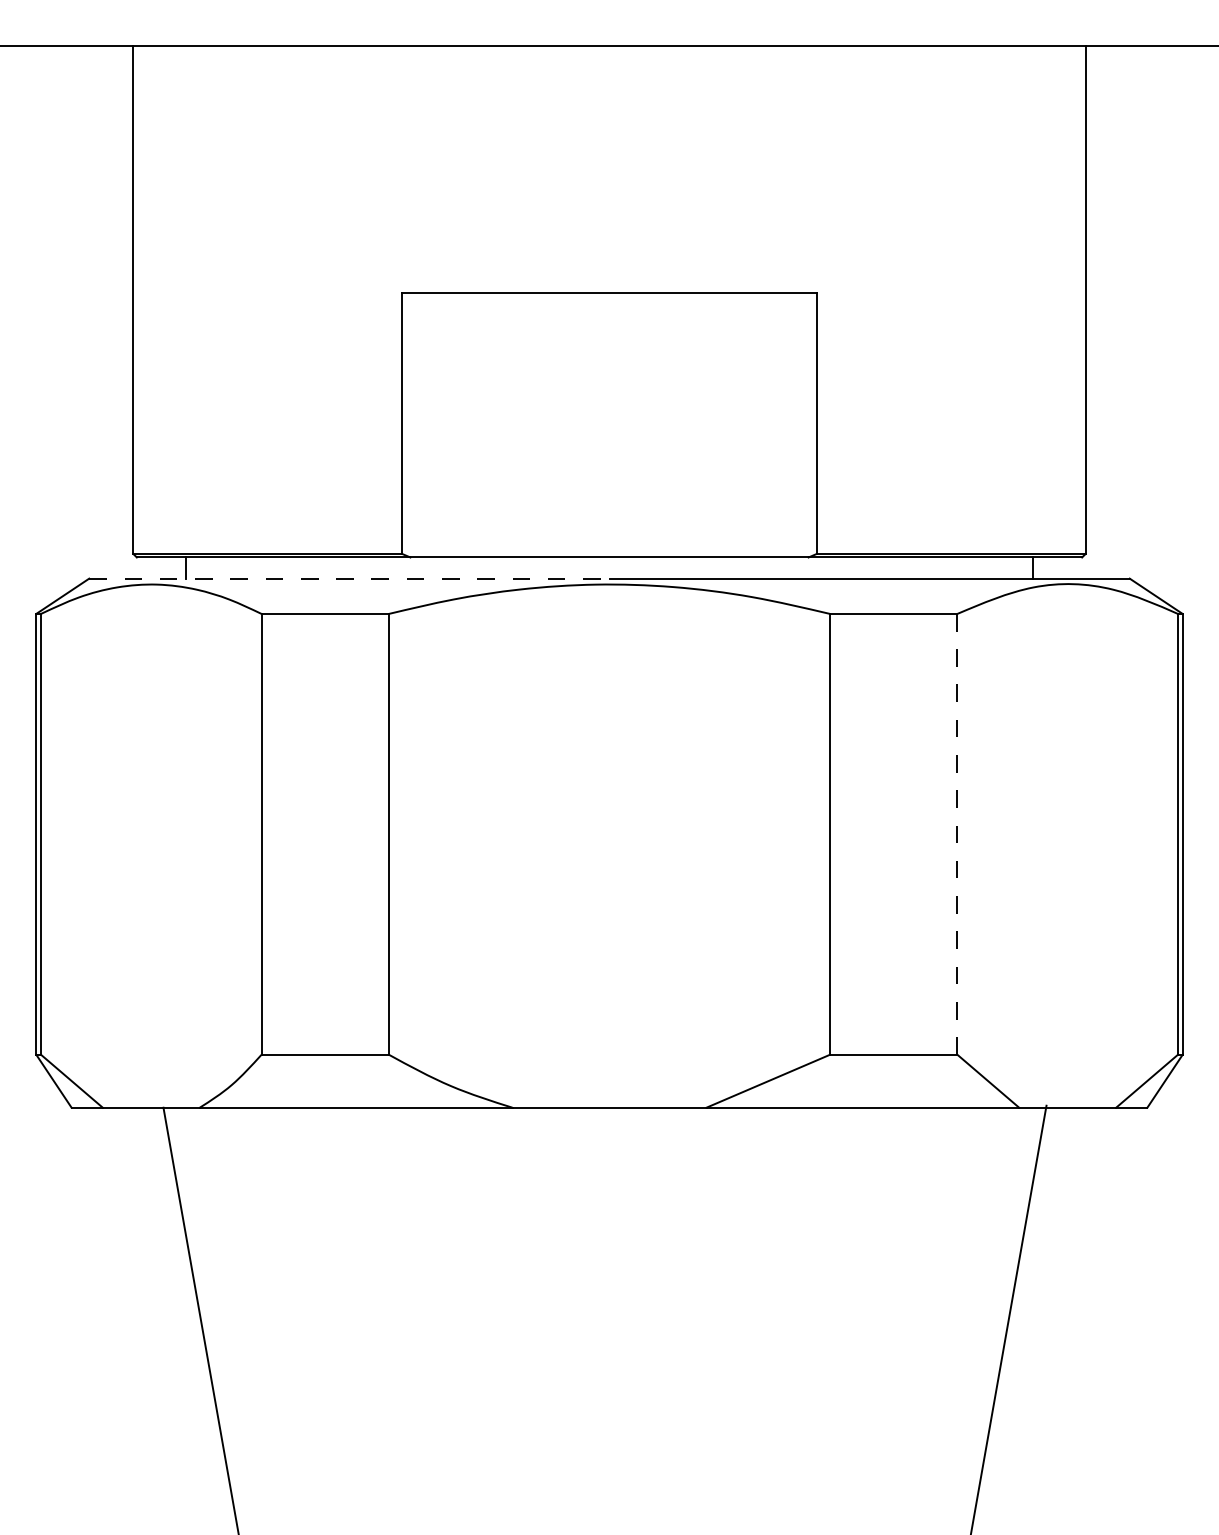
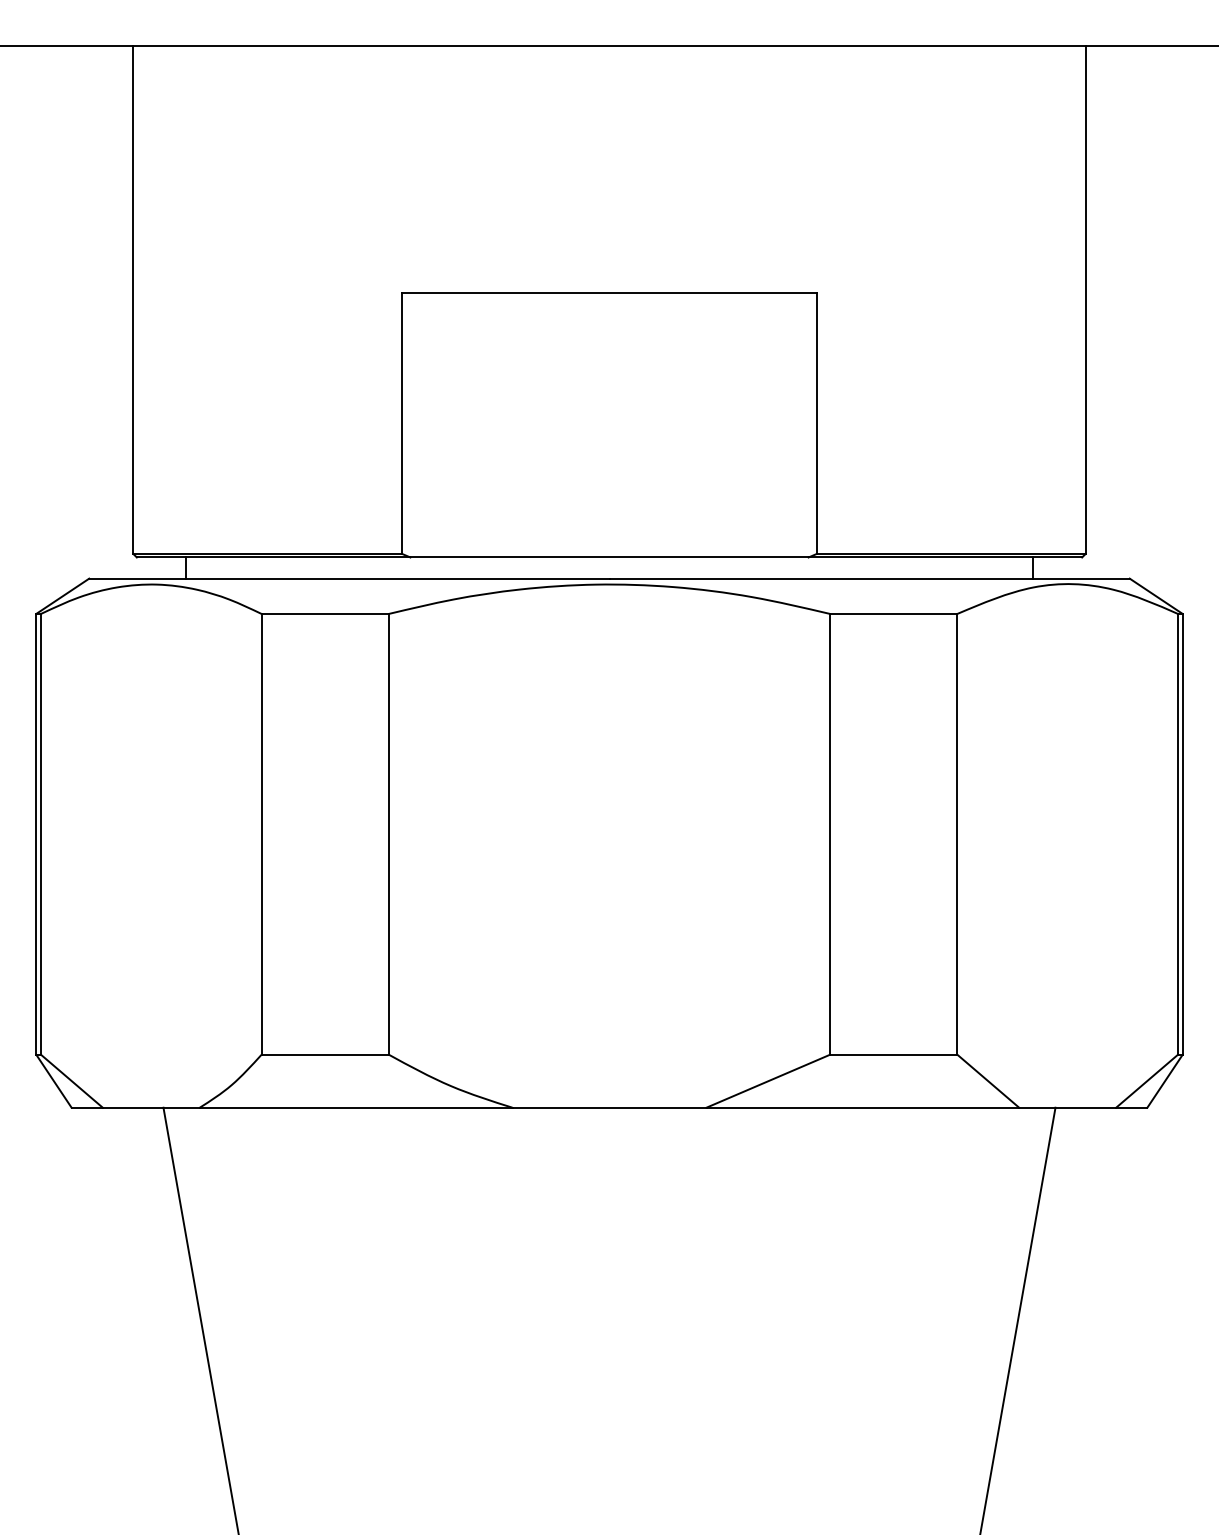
line at (349, 578): dashed -> solid
line at (957, 834): dashed -> solid
line at (1008, 1318) position: (1008, 1318) -> (1017, 1319)
